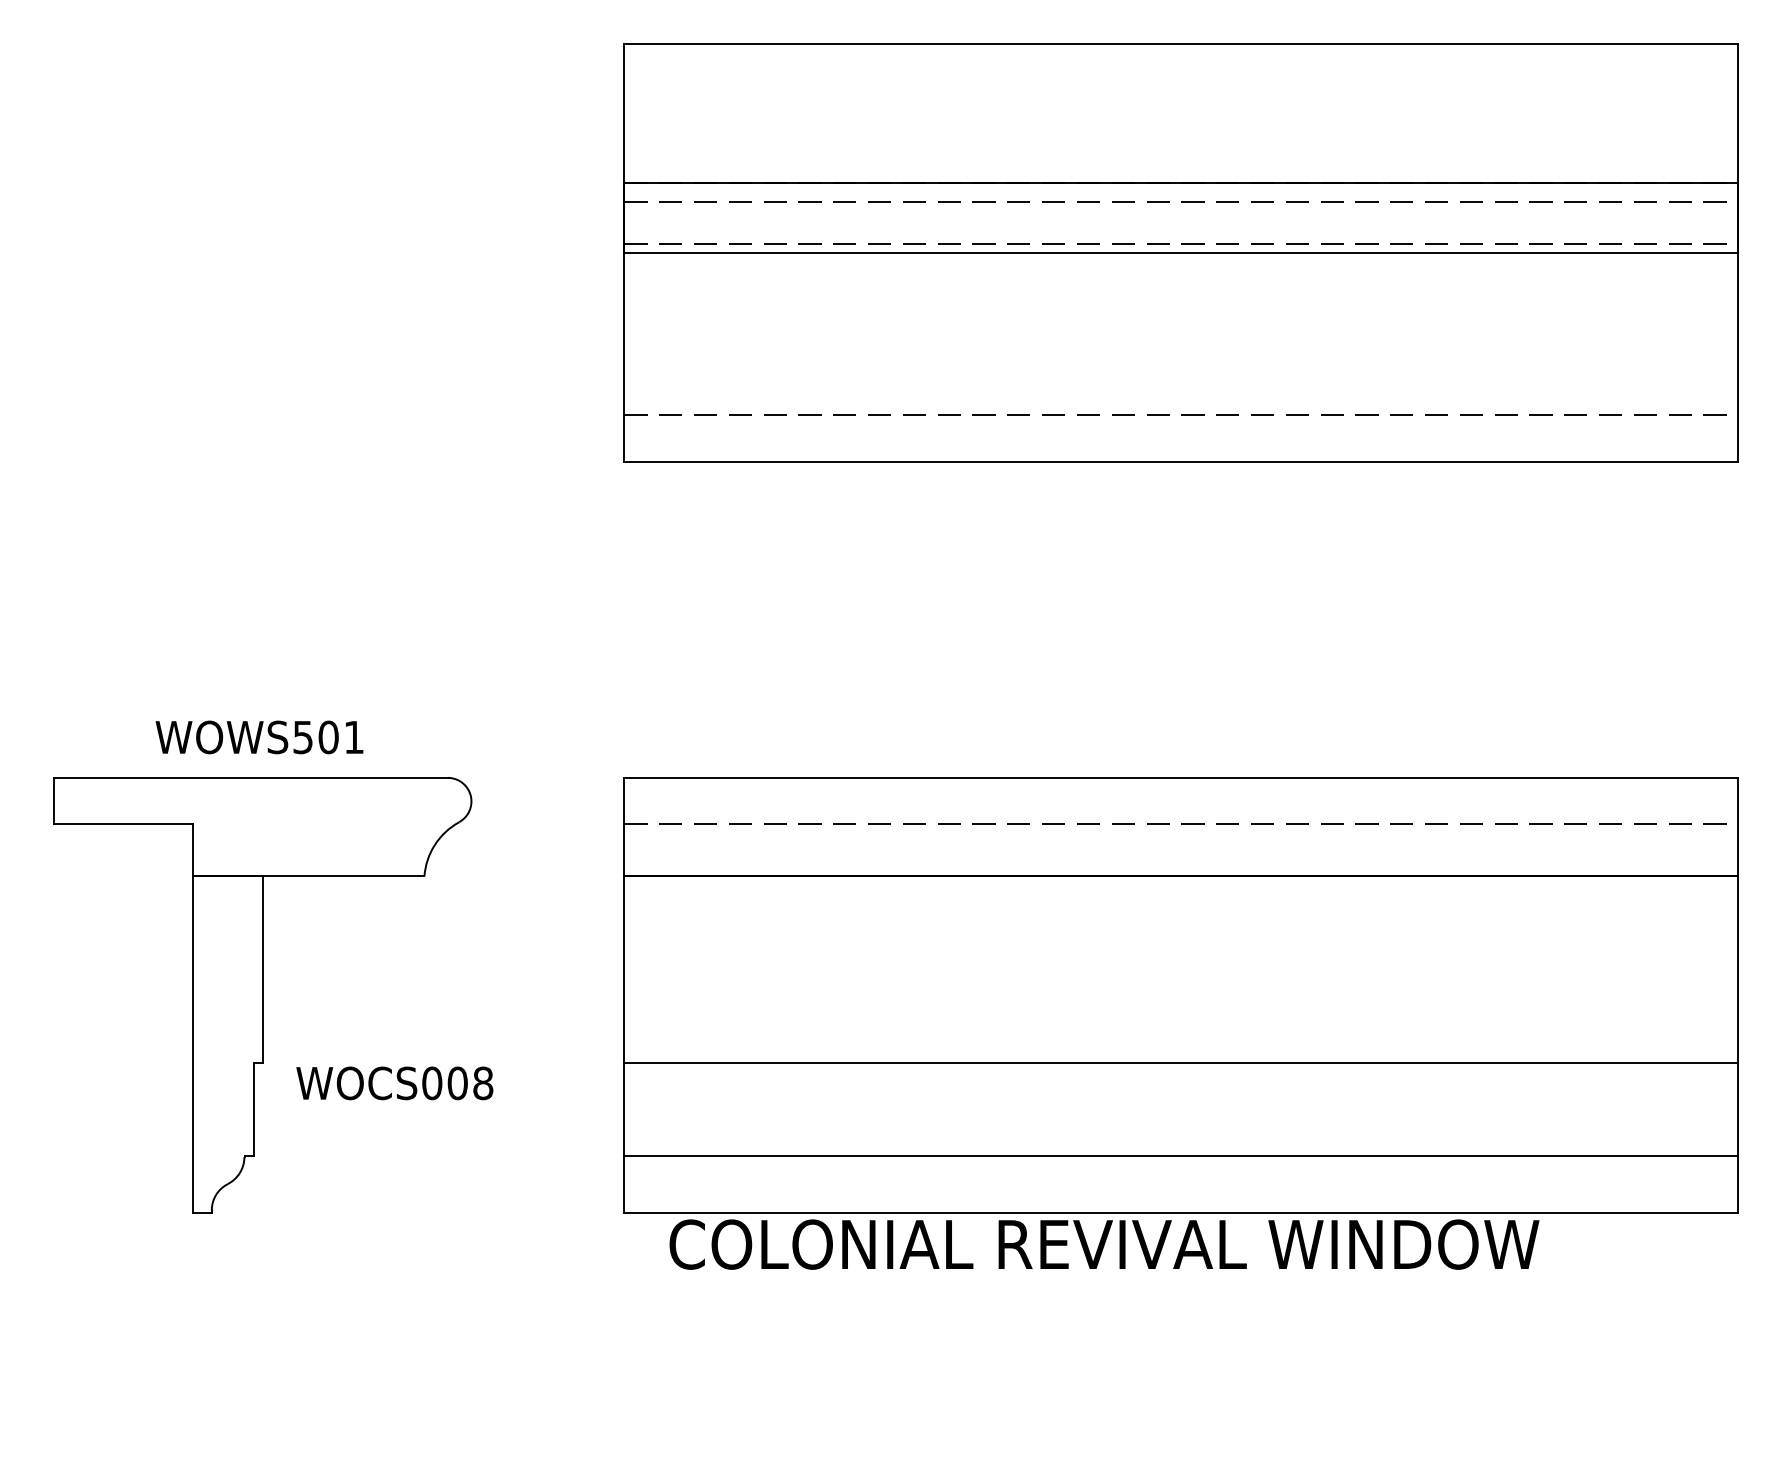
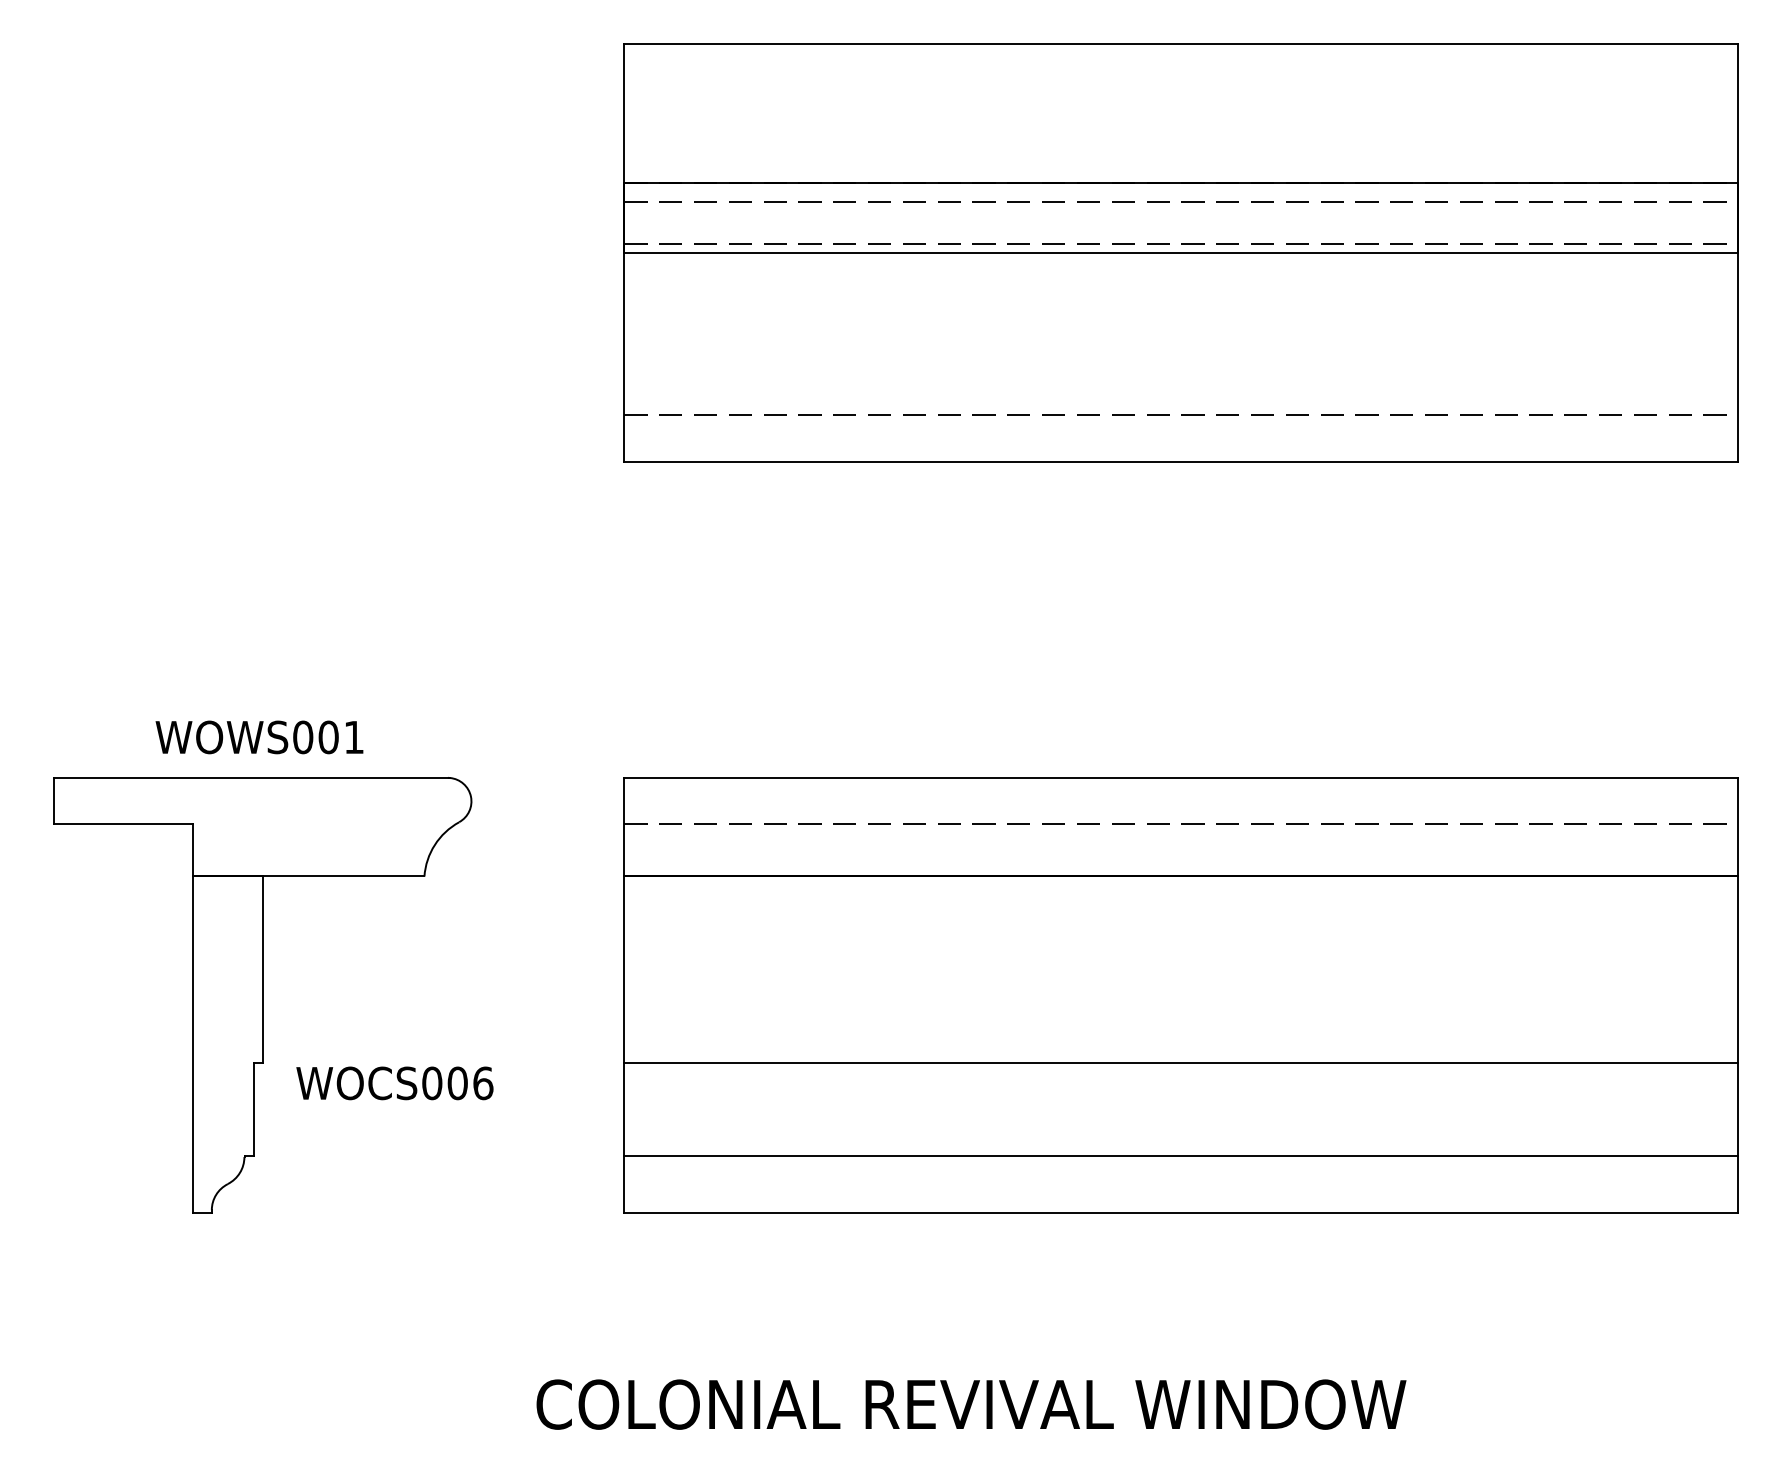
text at (303, 737): WOWS501 -> WOWS001
text at (483, 1083): WOCS008 -> WOCS006
text at (1104, 1244) position: (1104, 1244) -> (971, 1404)
